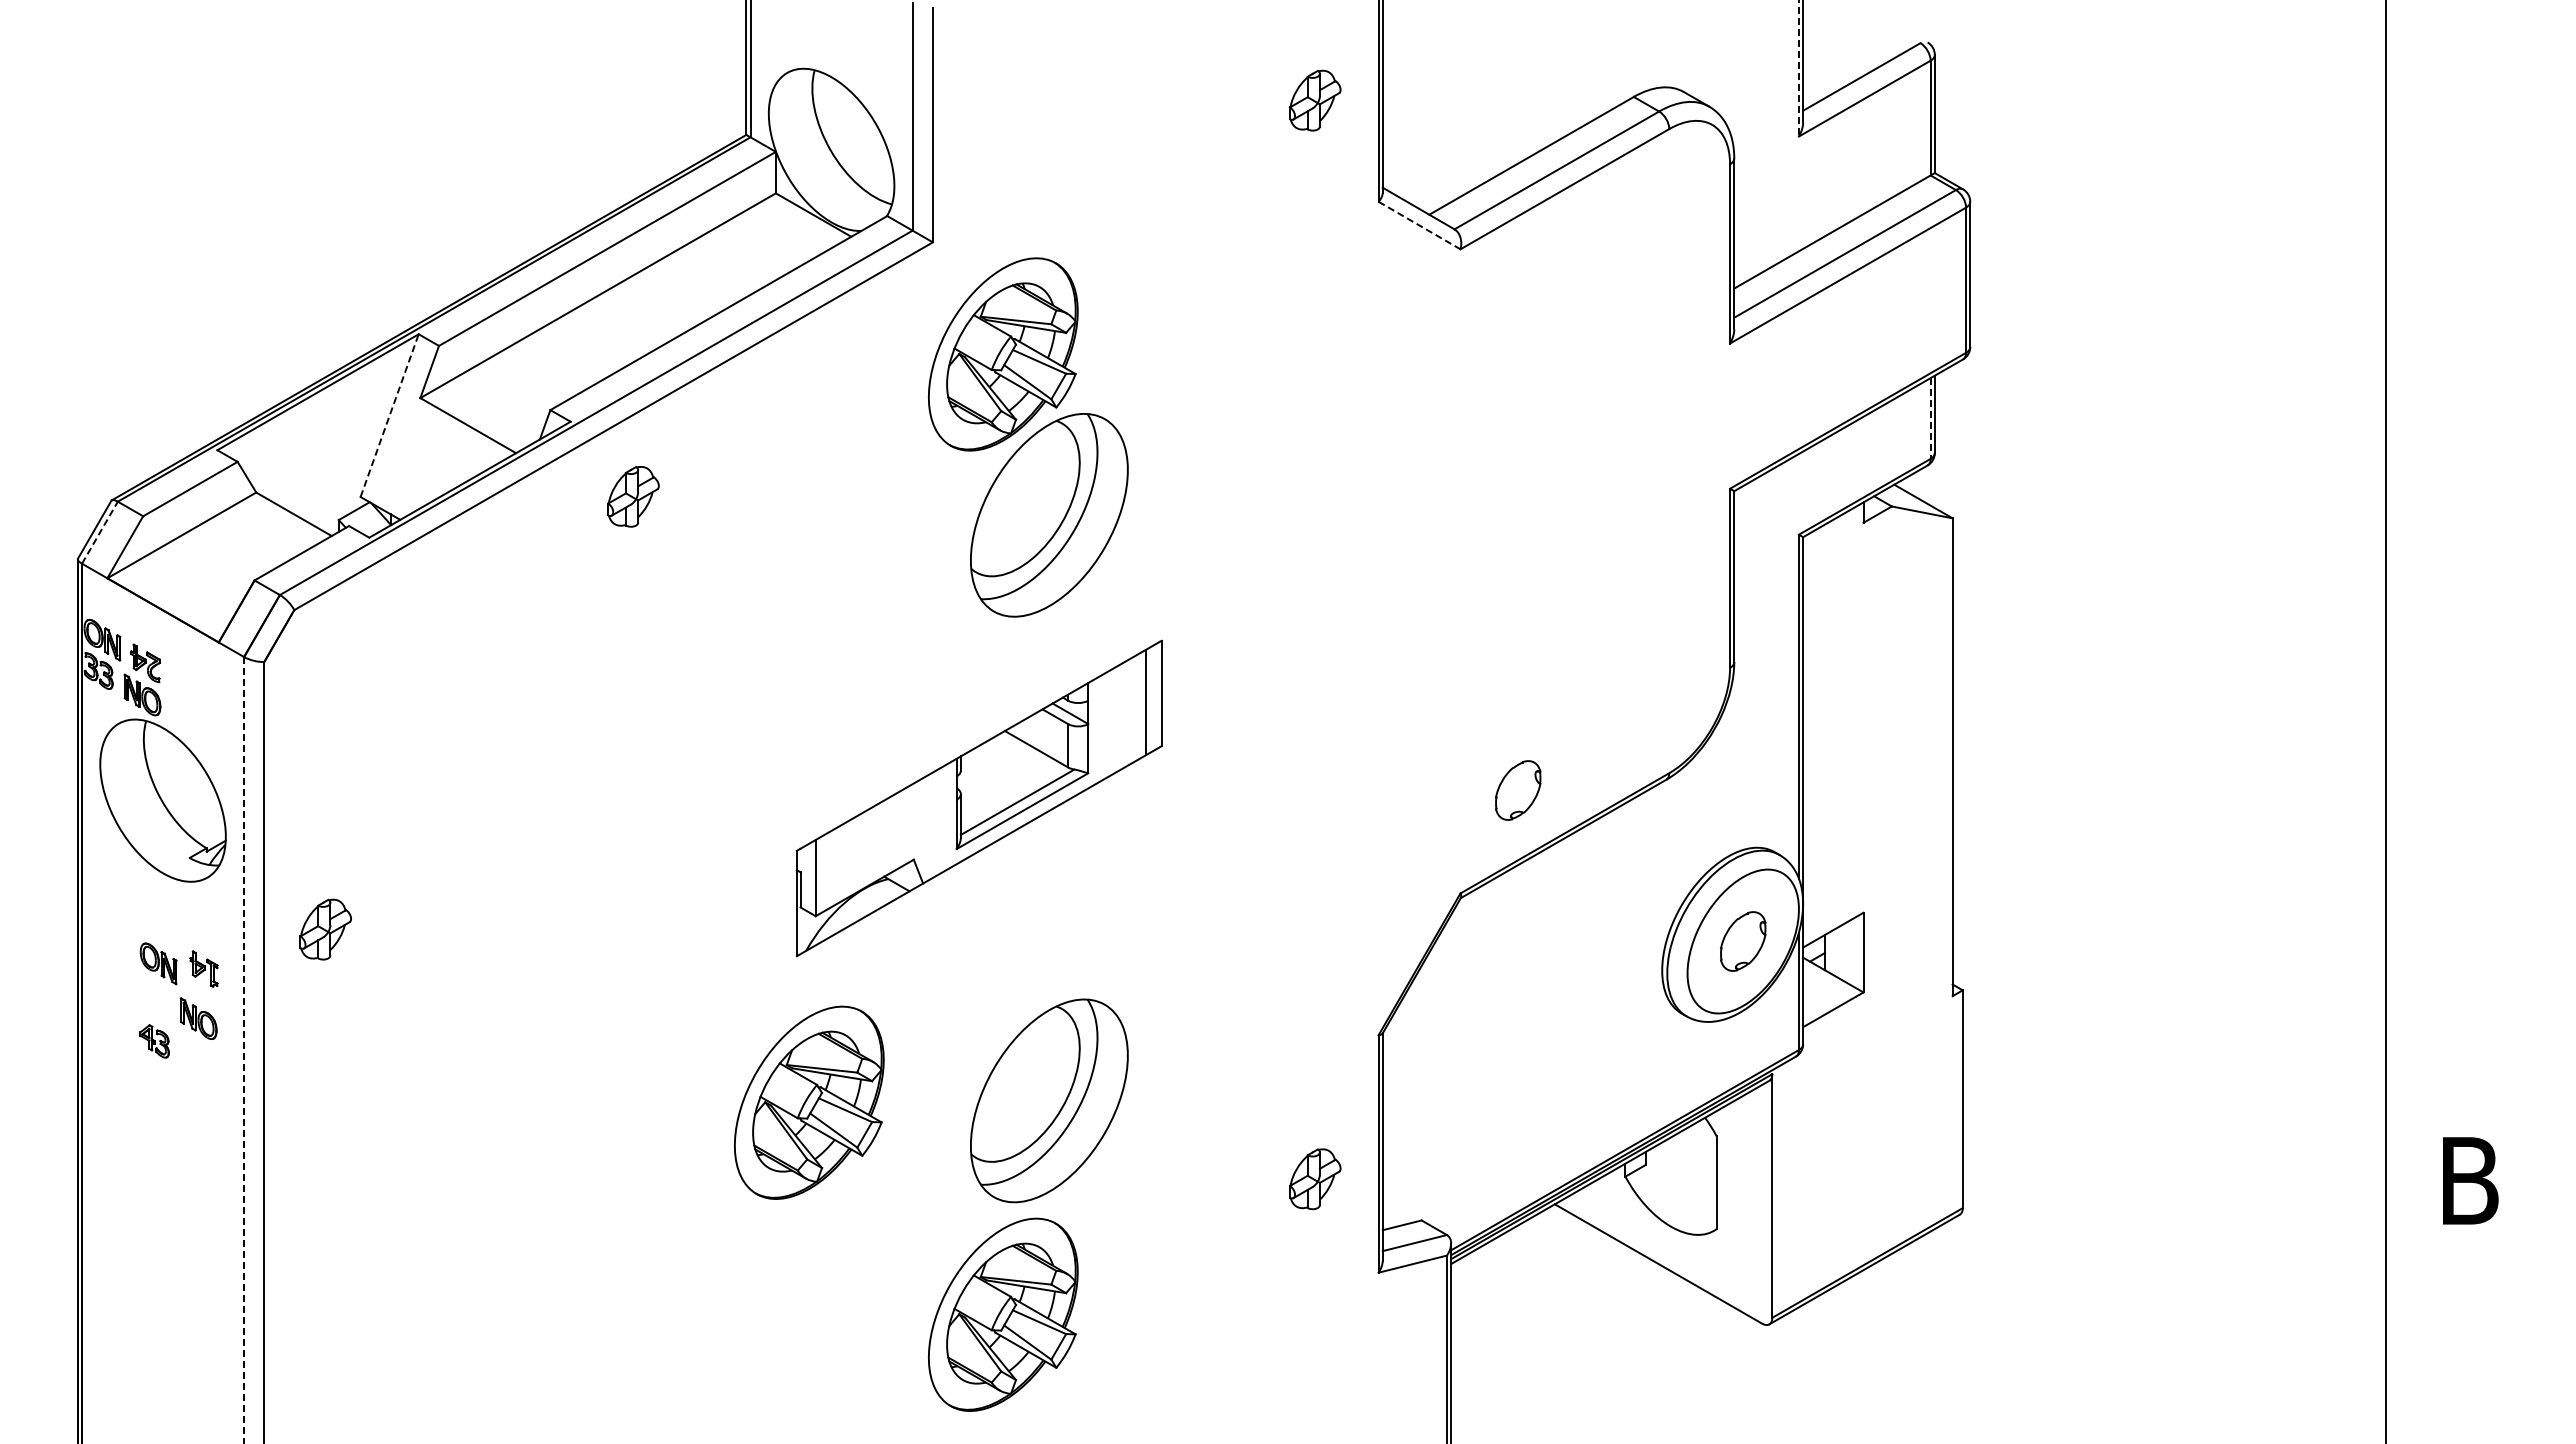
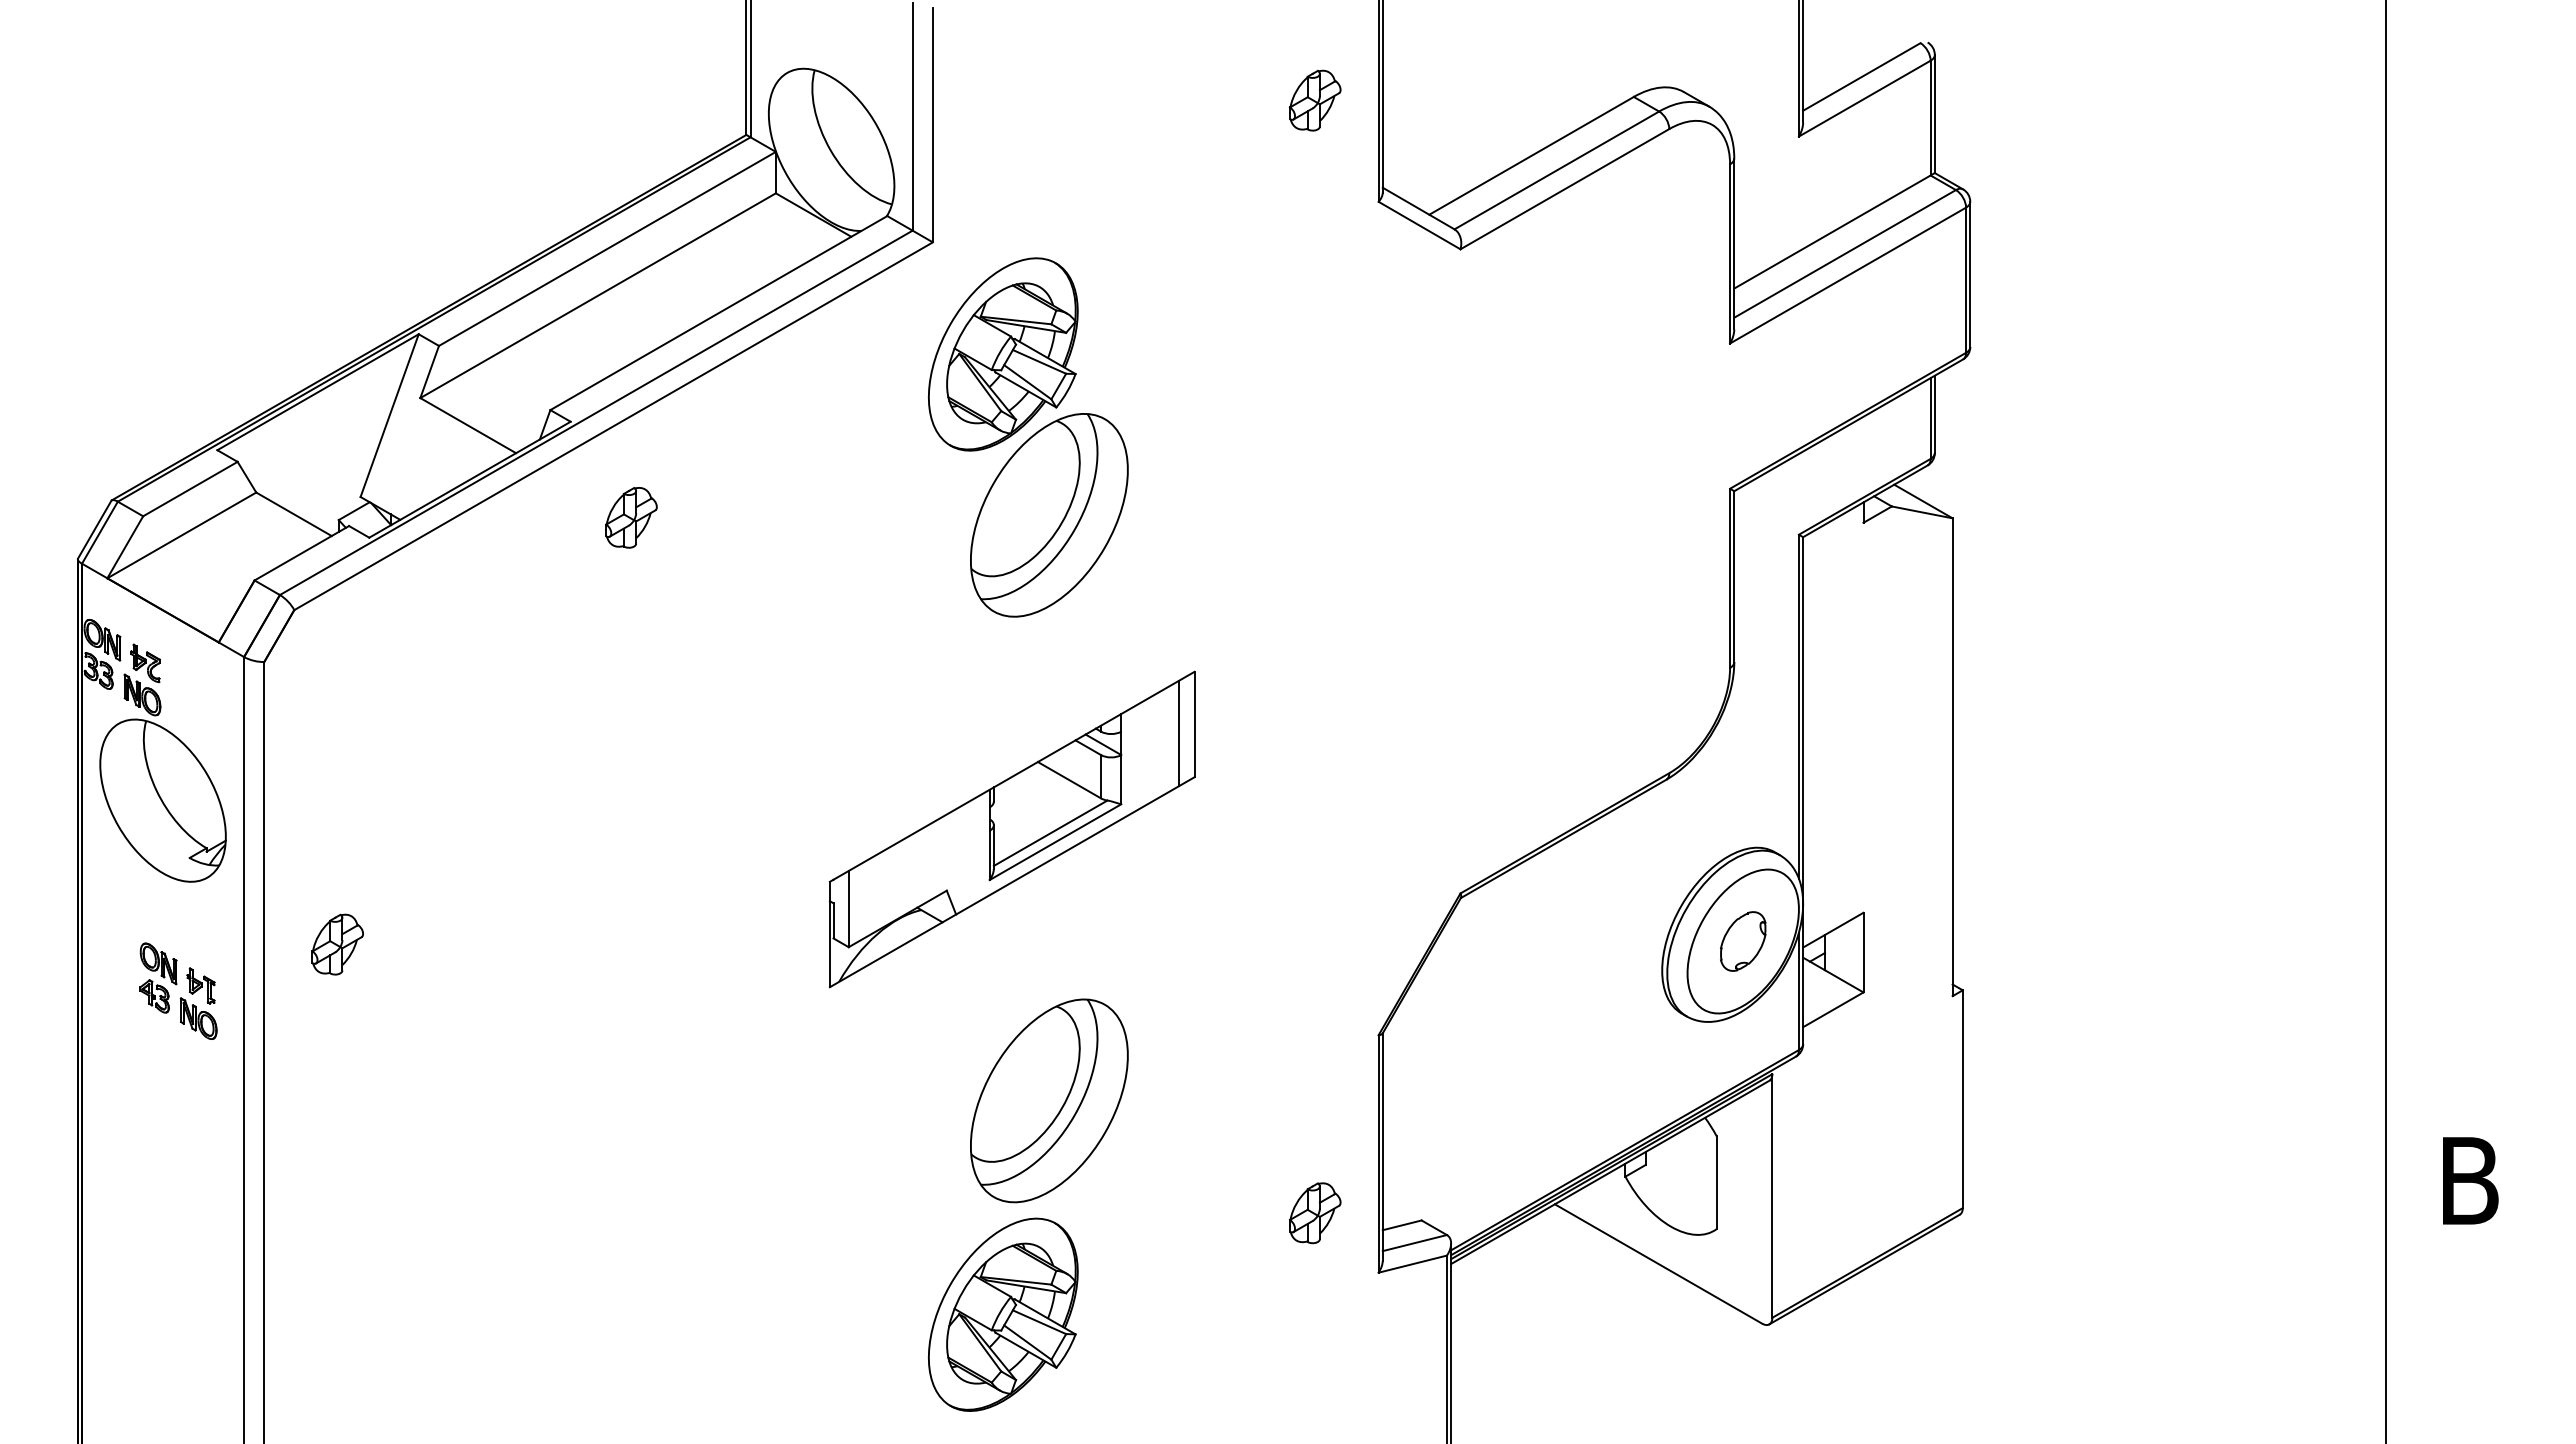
line at (1798, 68): dashed -> solid
line at (1419, 225): dashed -> solid
line at (389, 415): dashed -> solid
line at (1930, 419): dashed -> solid
part at (633, 496) position: (633, 496) -> (631, 517)
line at (99, 532): dashed -> solid
part at (1518, 790): present -> none
part at (978, 798) position: (978, 798) -> (1011, 829)
part at (325, 929) position: (325, 929) -> (337, 944)
part at (203, 968) position: (203, 968) -> (200, 985)
part at (154, 1041) position: (154, 1041) -> (154, 996)
line at (244, 1050): dashed -> solid
part at (809, 1102): present -> none
part at (1315, 1179) position: (1315, 1179) -> (1315, 1213)
